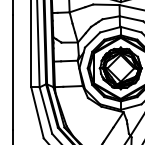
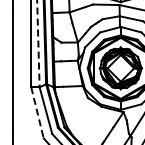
line at (38, 44): solid -> dashed
line at (37, 113): solid -> dashed
